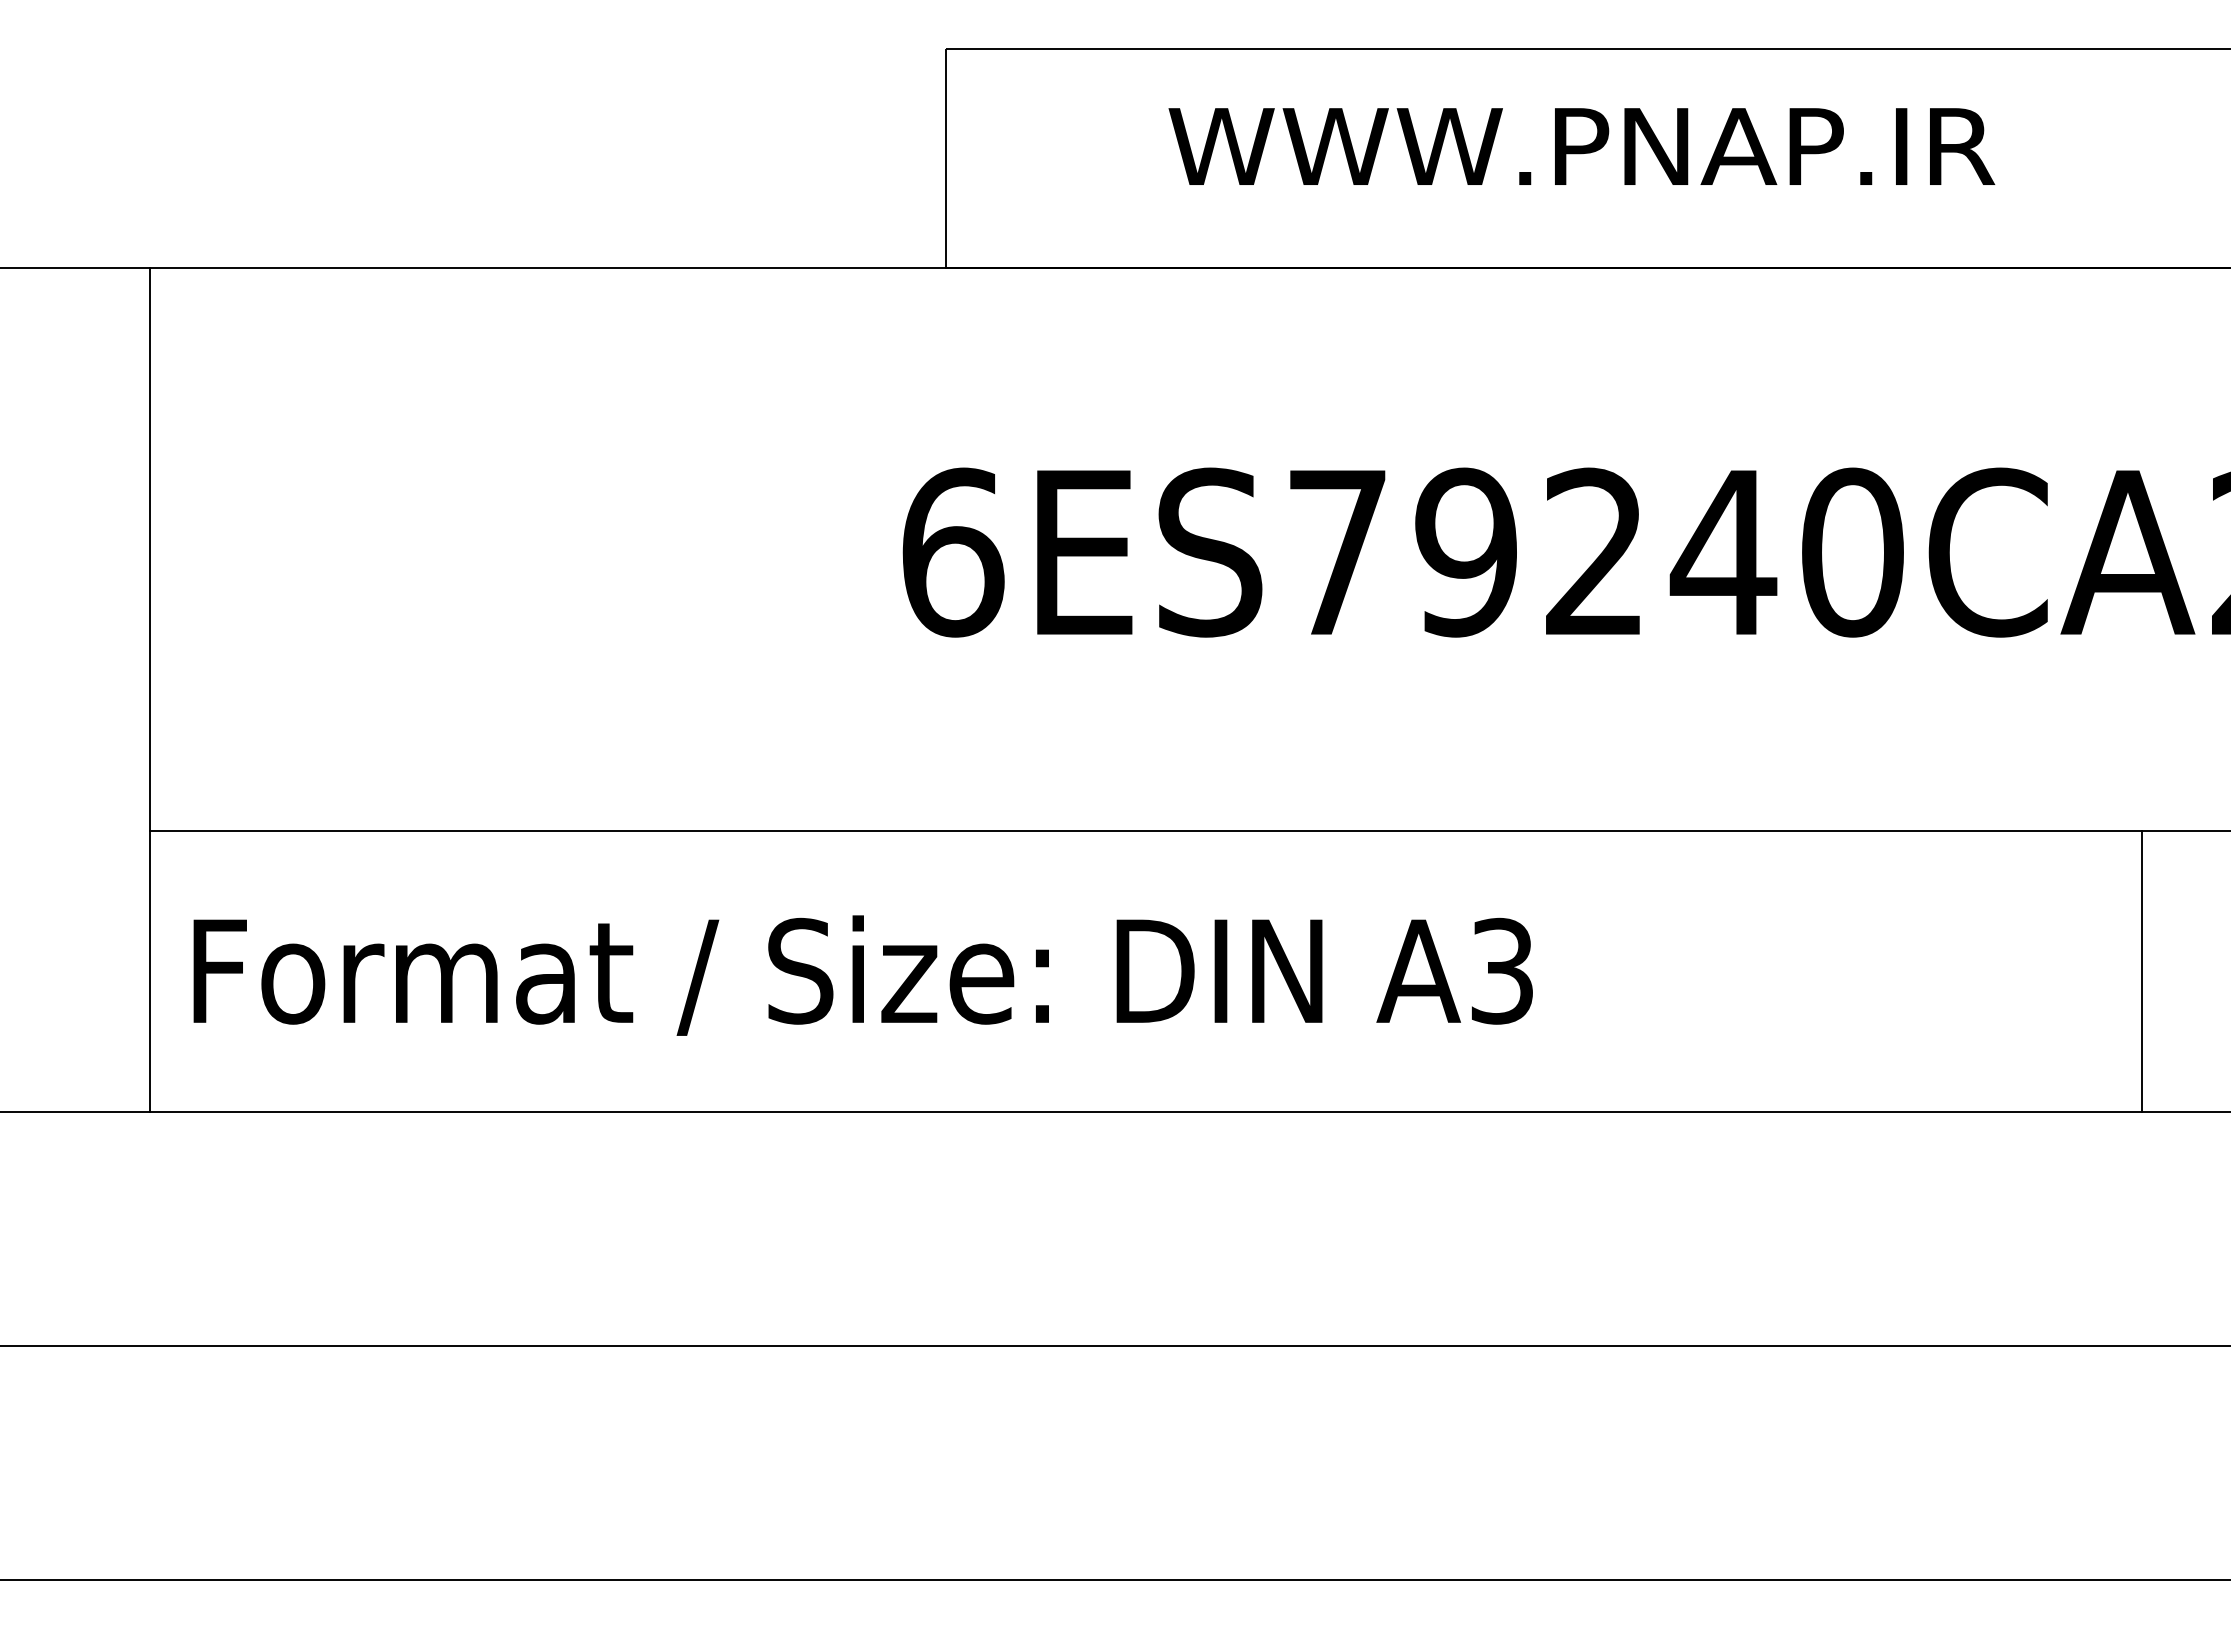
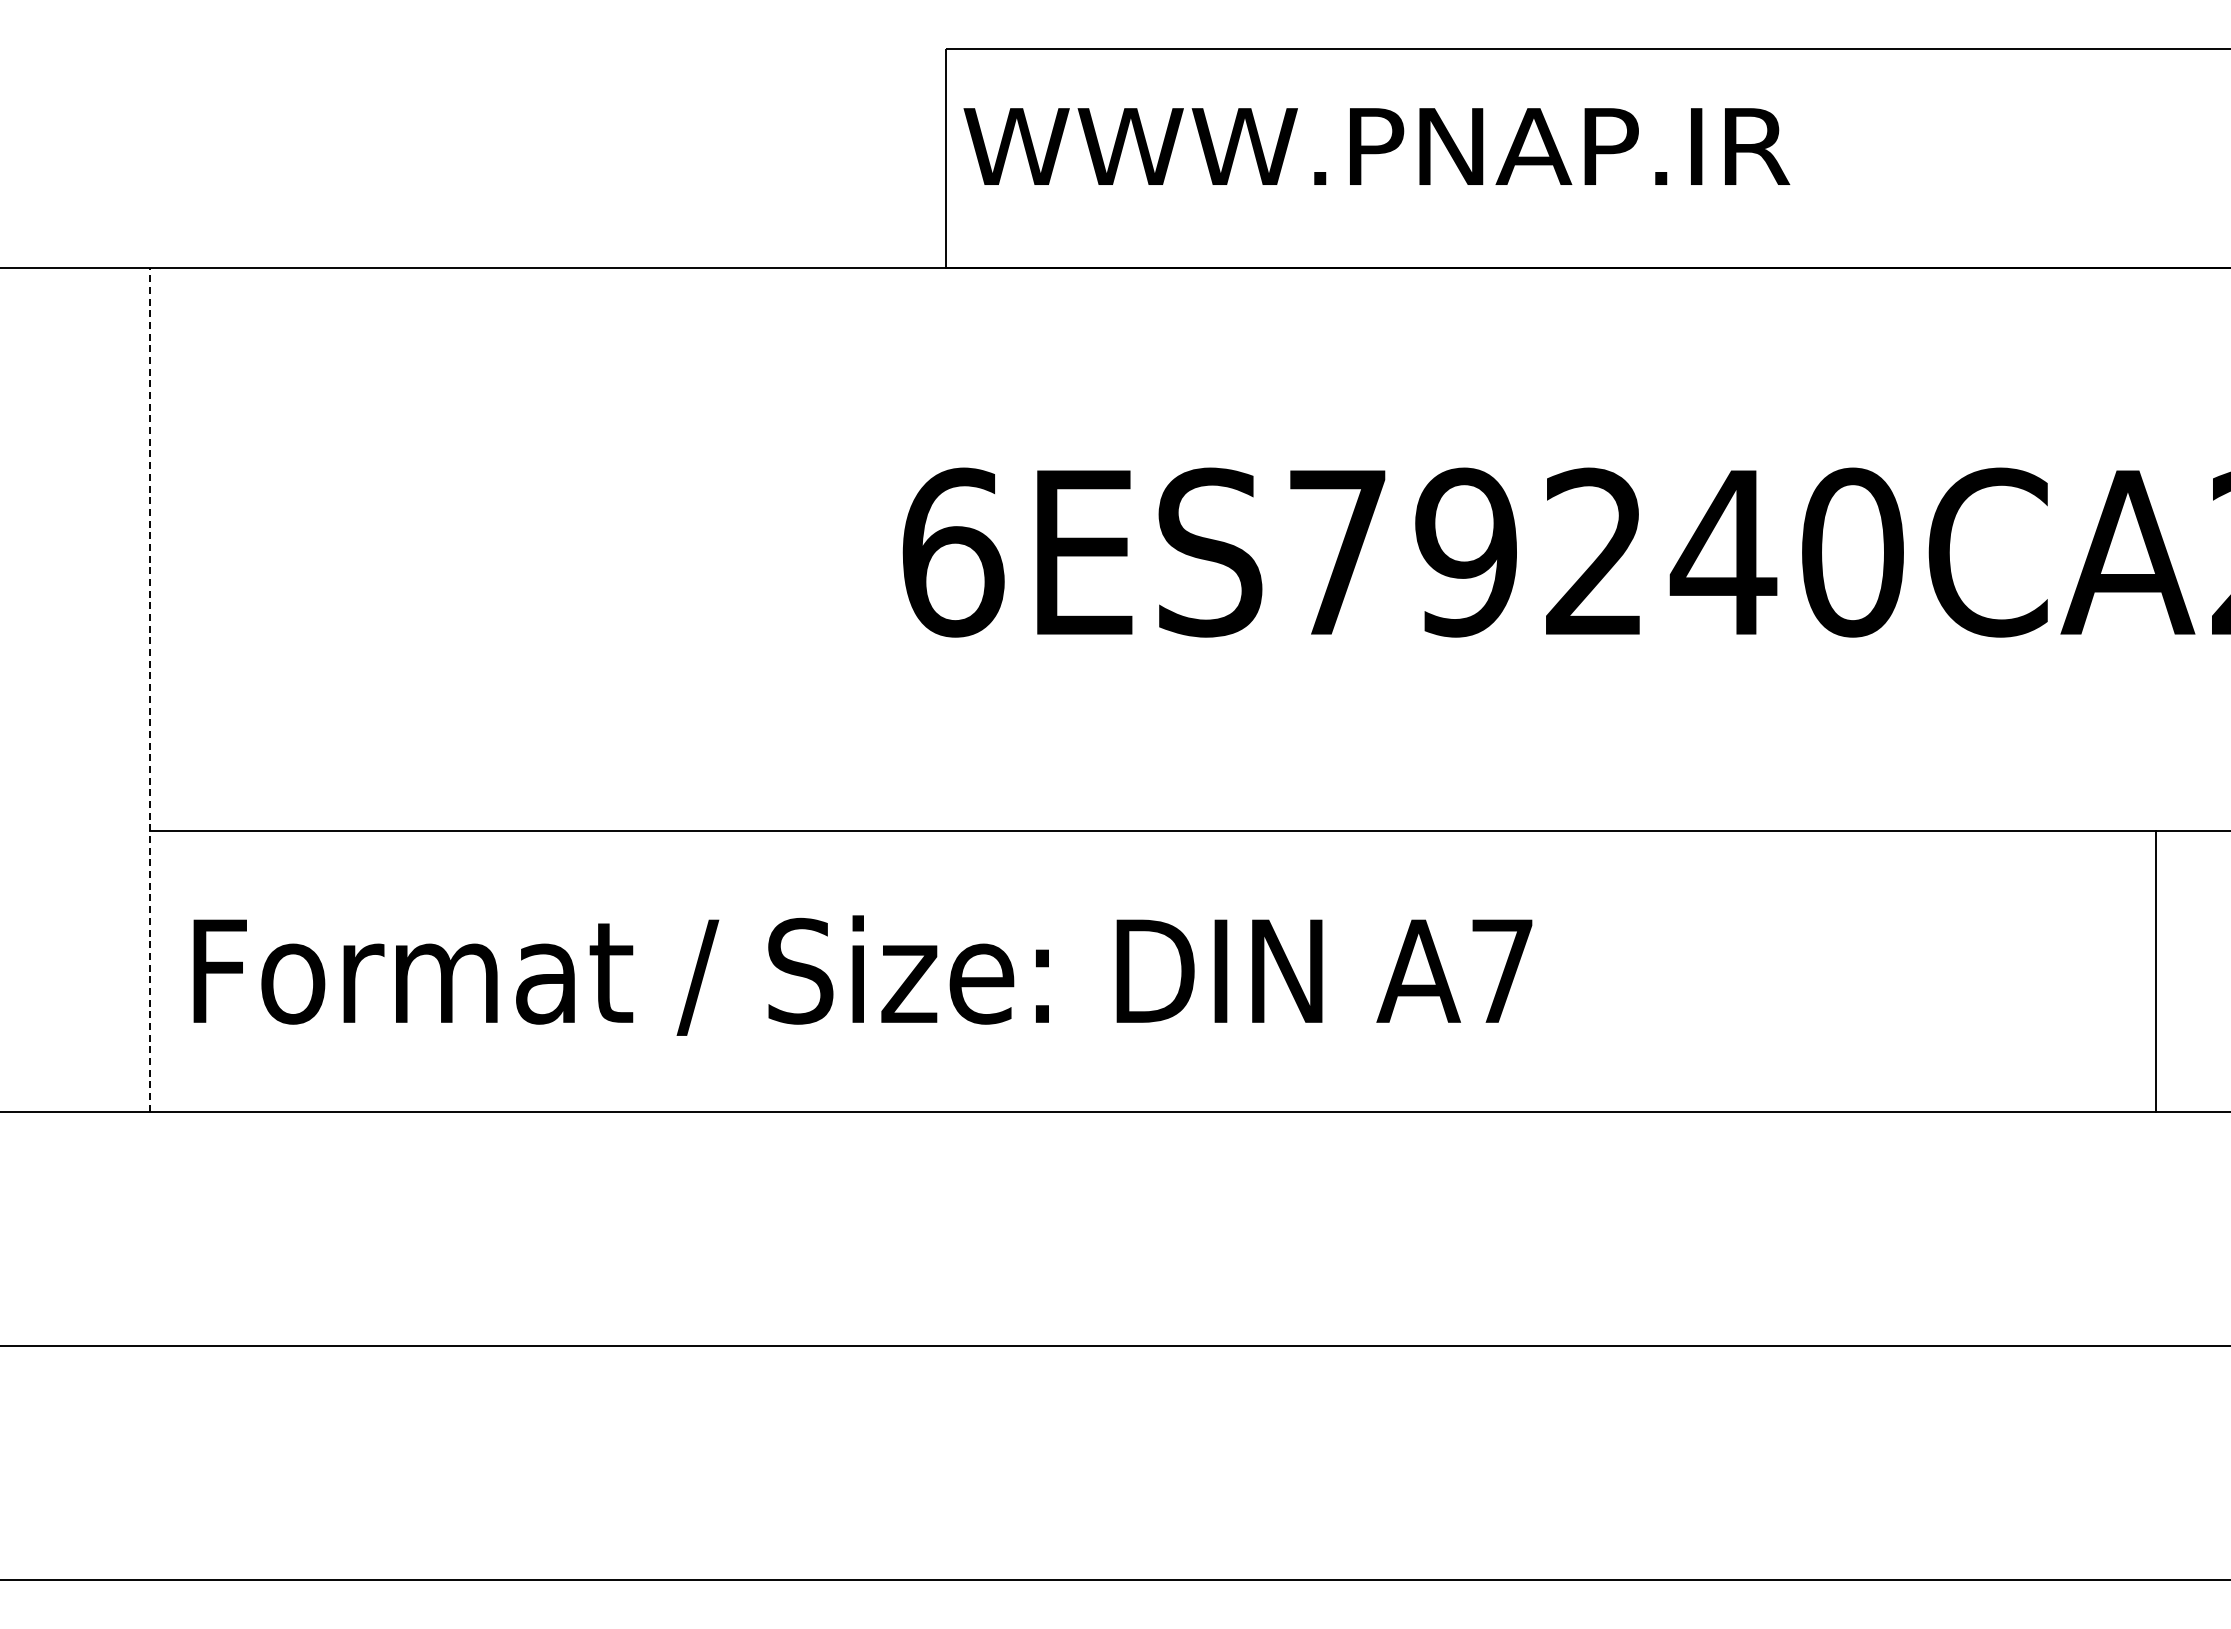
text at (1581, 146) position: (1581, 146) -> (1376, 146)
line at (150, 690): solid -> dashed
text at (1501, 970): A3 -> A7
line at (2141, 970) position: (2141, 970) -> (2155, 970)
